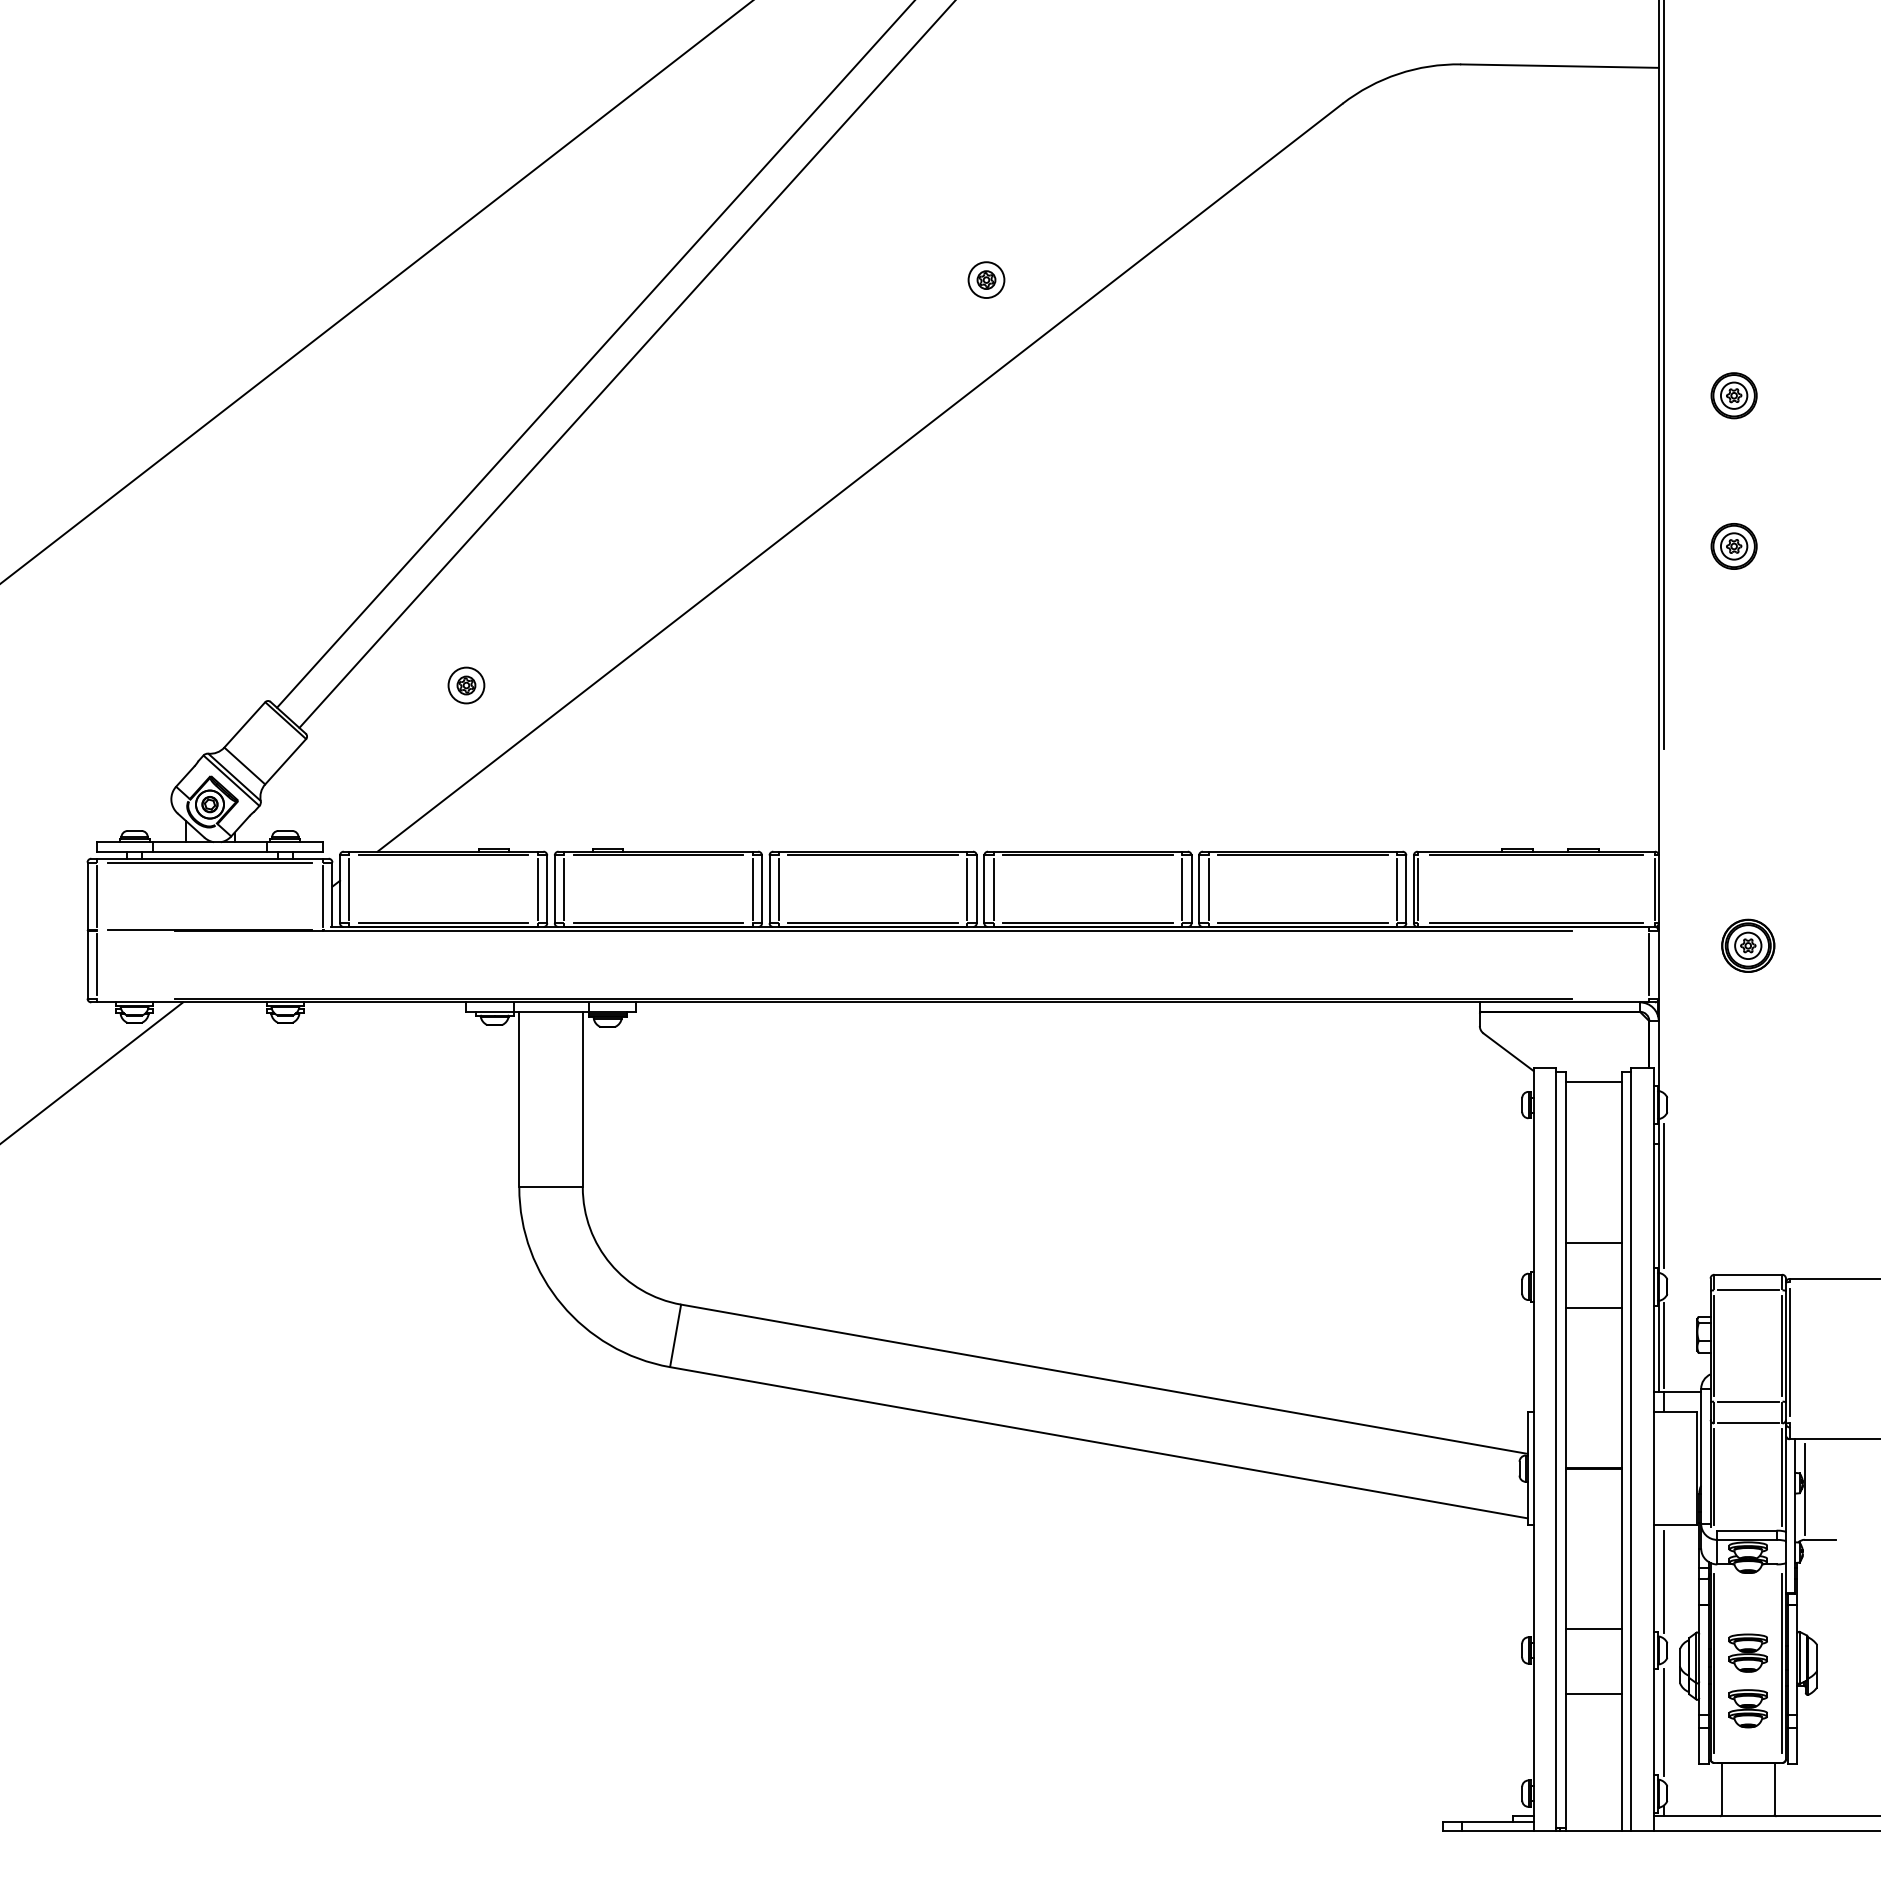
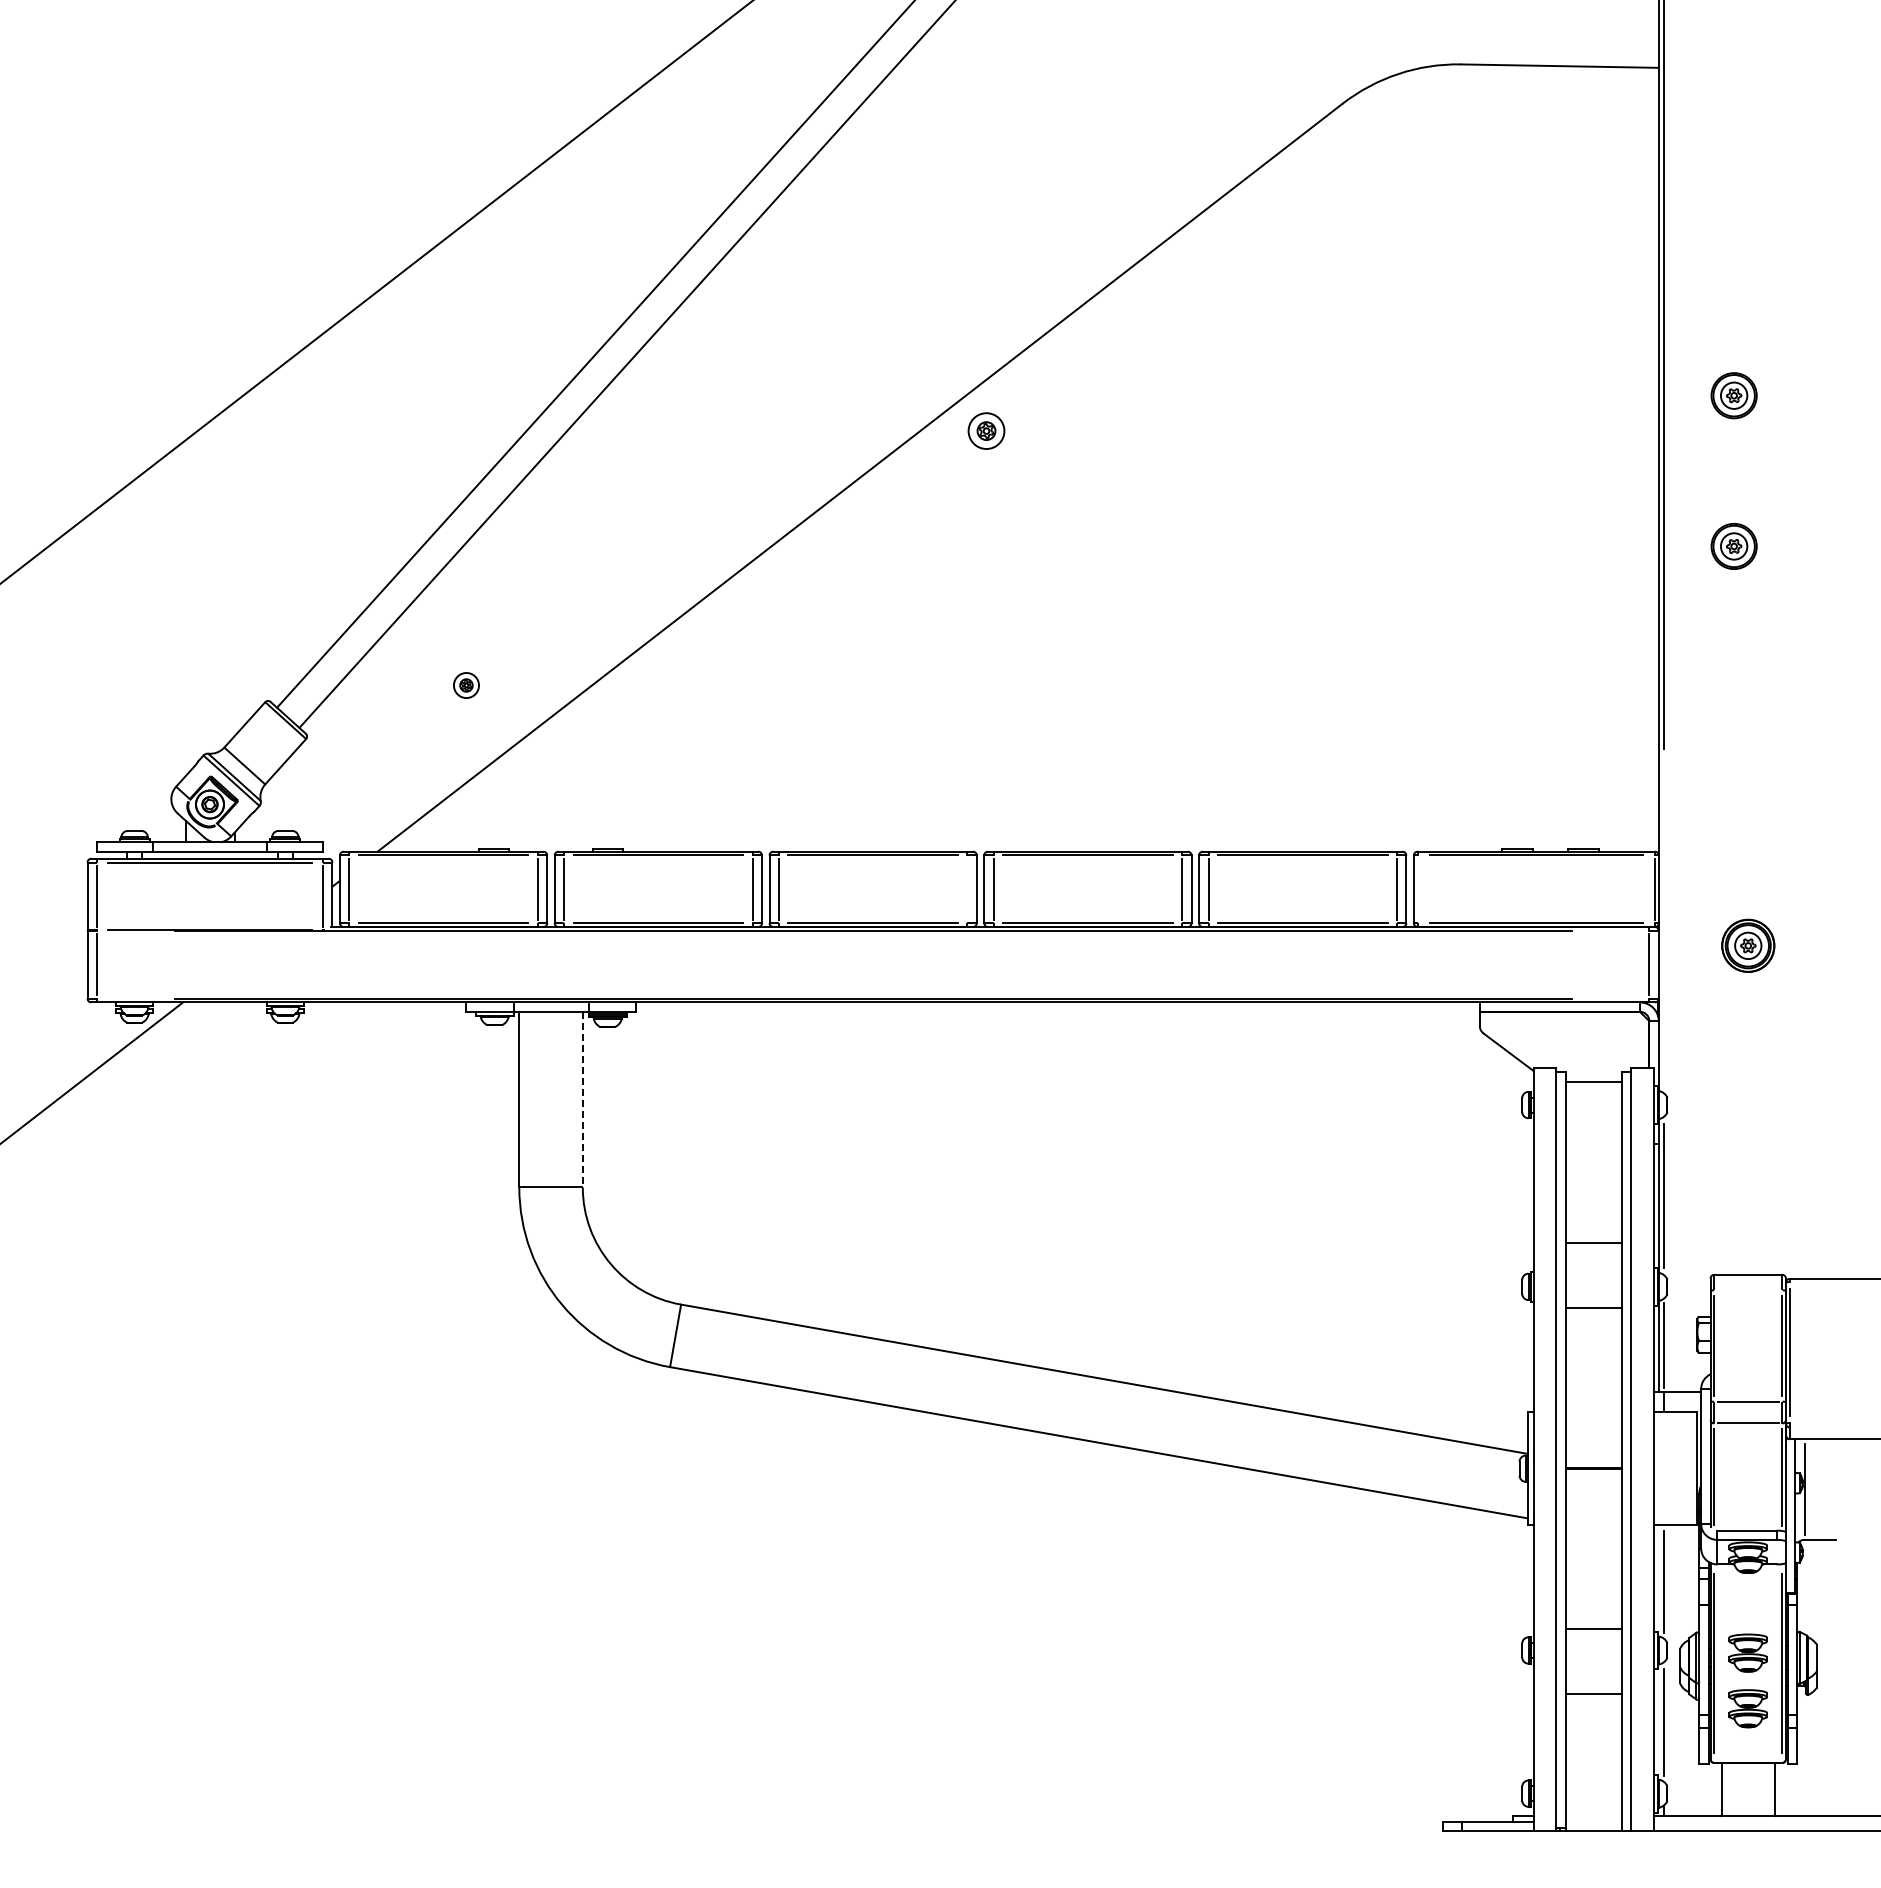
part at (986, 279) position: (986, 279) -> (986, 430)
part at (466, 685) size: 39x39 px -> 27x27 px
line at (967, 888): present -> none
line at (1417, 888): present -> none
line at (582, 1099): solid -> dashed
line at (1747, 1290): present -> none
